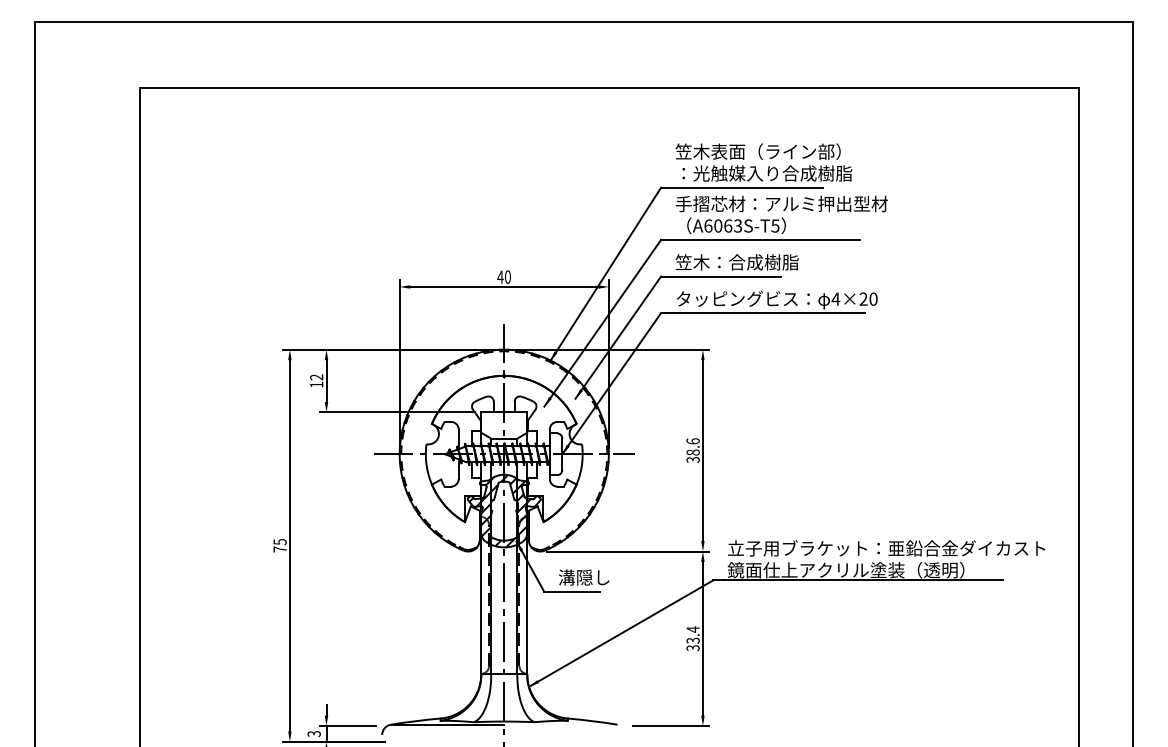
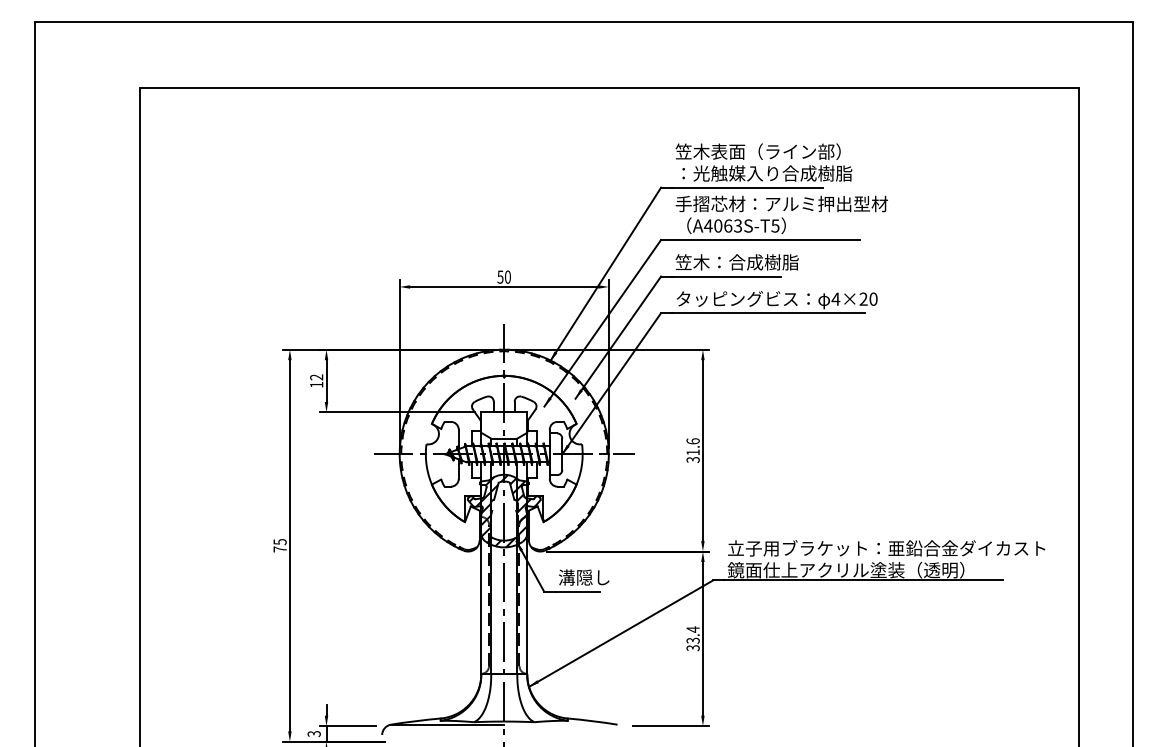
text at (707, 225): A6063S-T5 -> A4063S-T5
text at (500, 276): 40 -> 50
text at (692, 452): 38.6 -> 31.6
